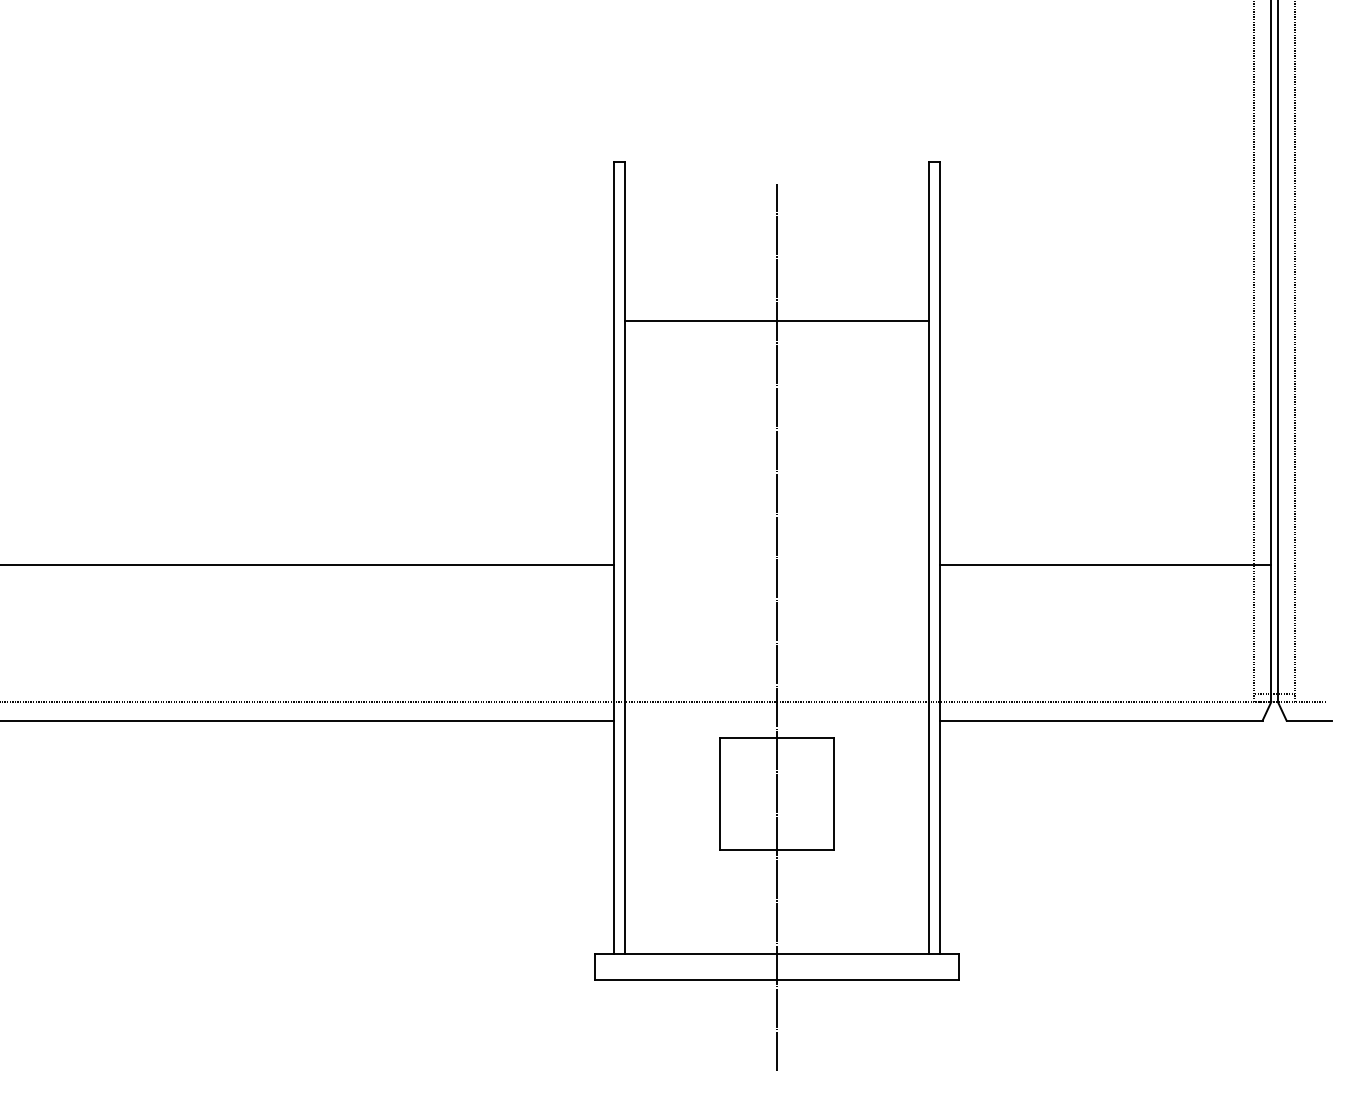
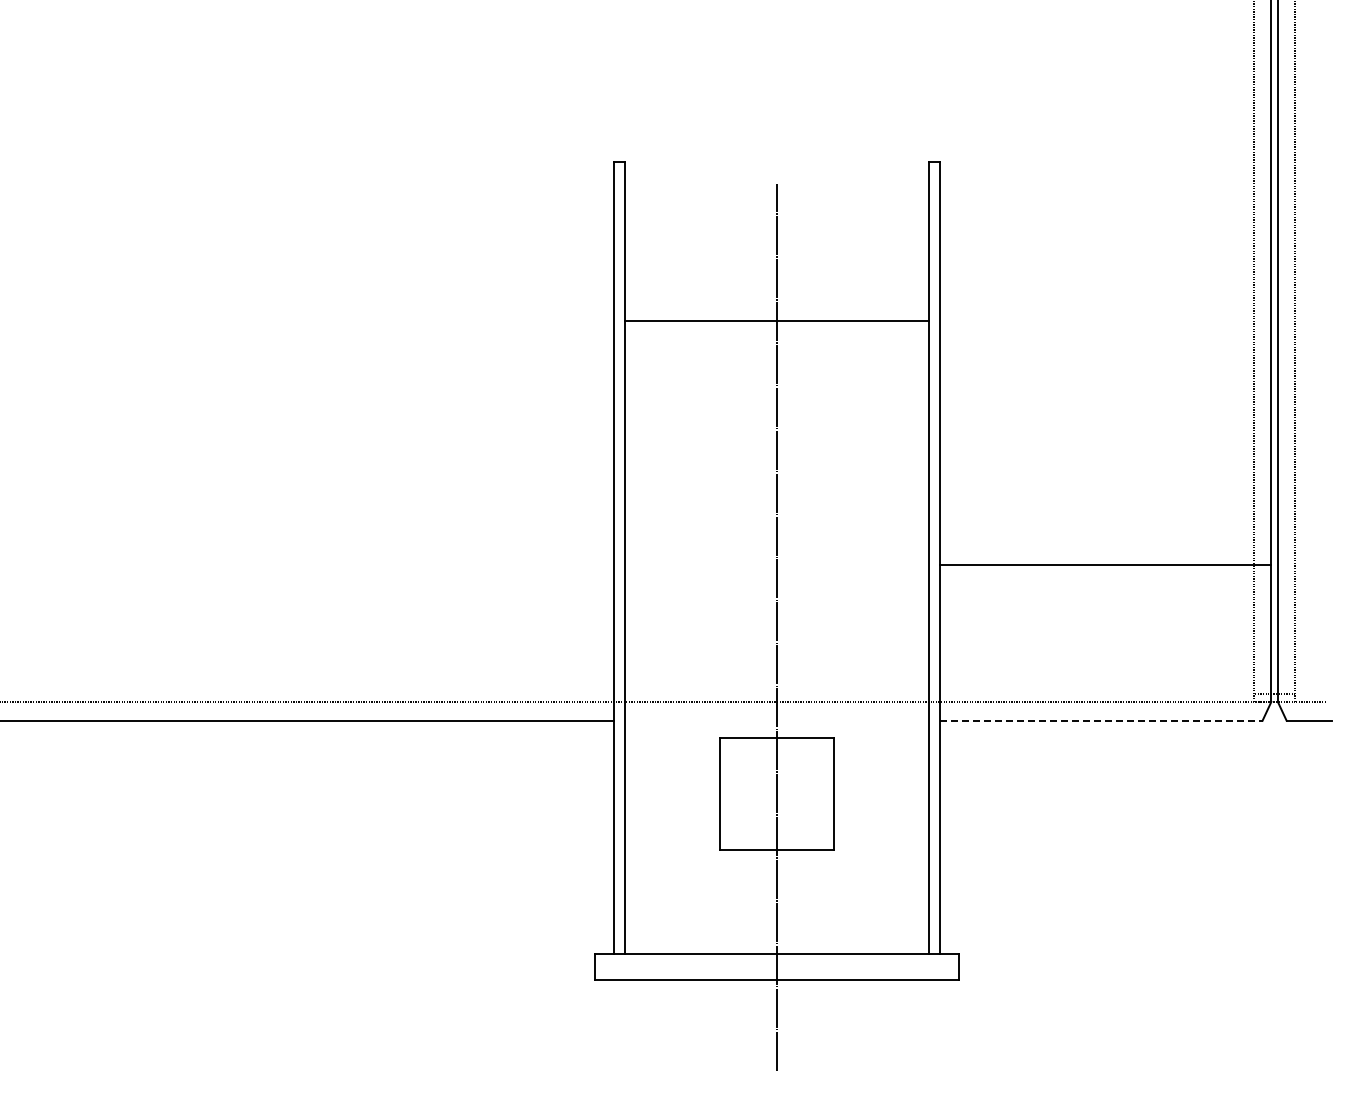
line at (308, 564): present -> none
line at (1101, 720): solid -> dashed
